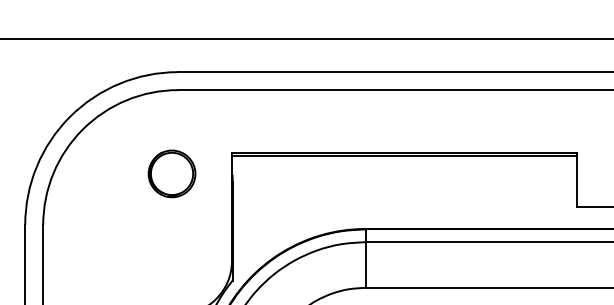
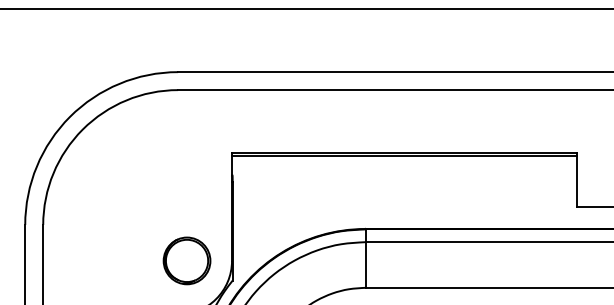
line at (306, 39) position: (306, 39) -> (306, 9)
part at (171, 173) position: (171, 173) -> (186, 260)
